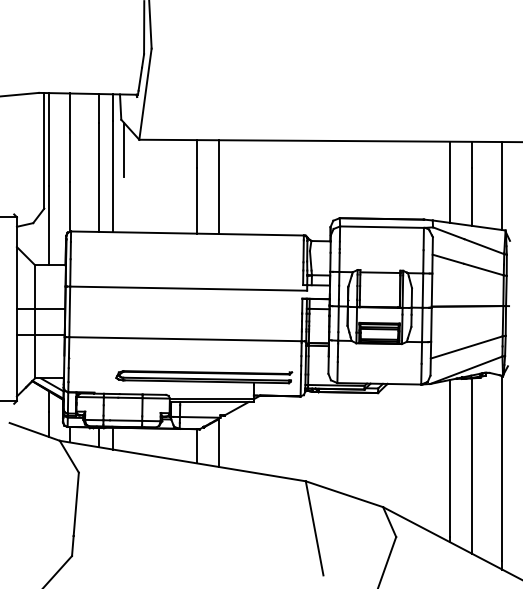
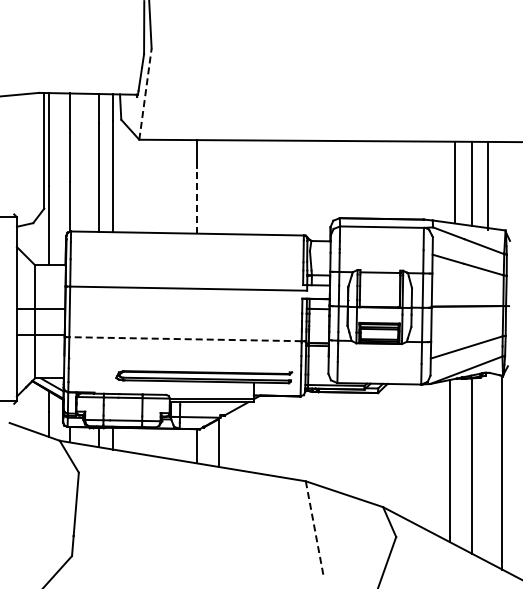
line at (145, 94): solid -> dashed
line at (124, 149): present -> none
line at (450, 181) position: (450, 181) -> (455, 181)
line at (502, 186) position: (502, 186) -> (488, 186)
line at (218, 187): present -> none
line at (196, 200): solid -> dashed
line at (185, 339): solid -> dashed
line at (314, 528): solid -> dashed
